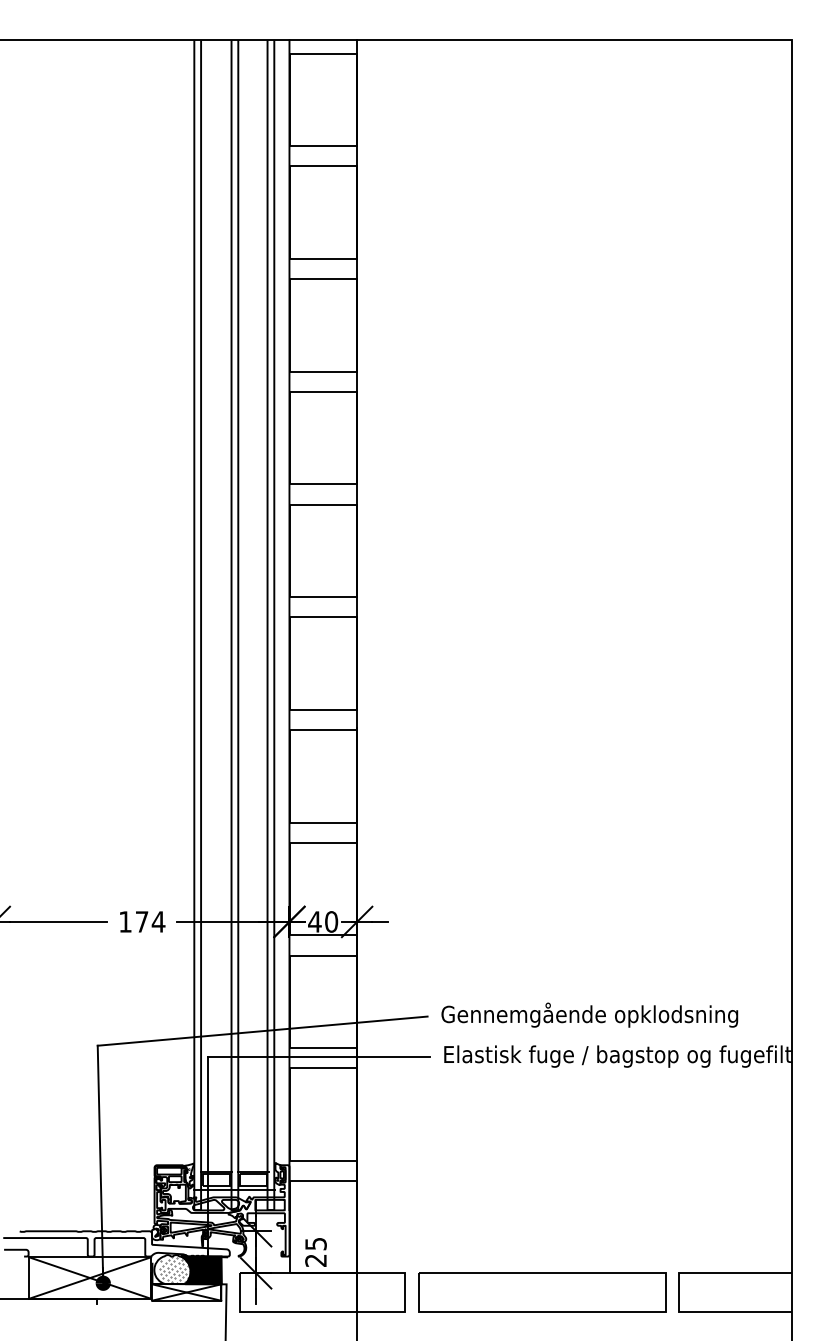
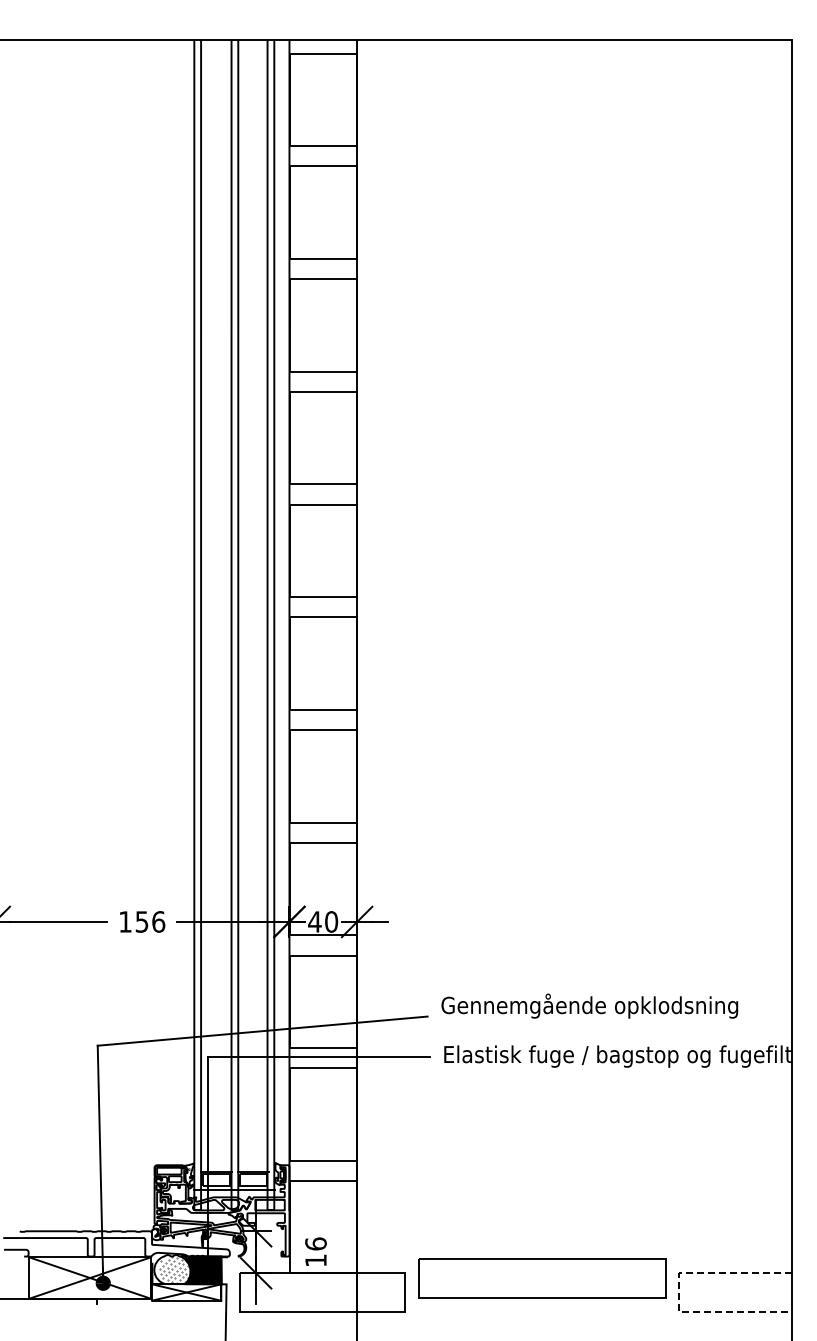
text at (150, 921): 174 -> 156
text at (589, 1014) position: (589, 1014) -> (589, 1005)
text at (315, 1251): 25 -> 16
part at (542, 1292) position: (542, 1292) -> (542, 1278)
line at (679, 1293): solid -> dashed
